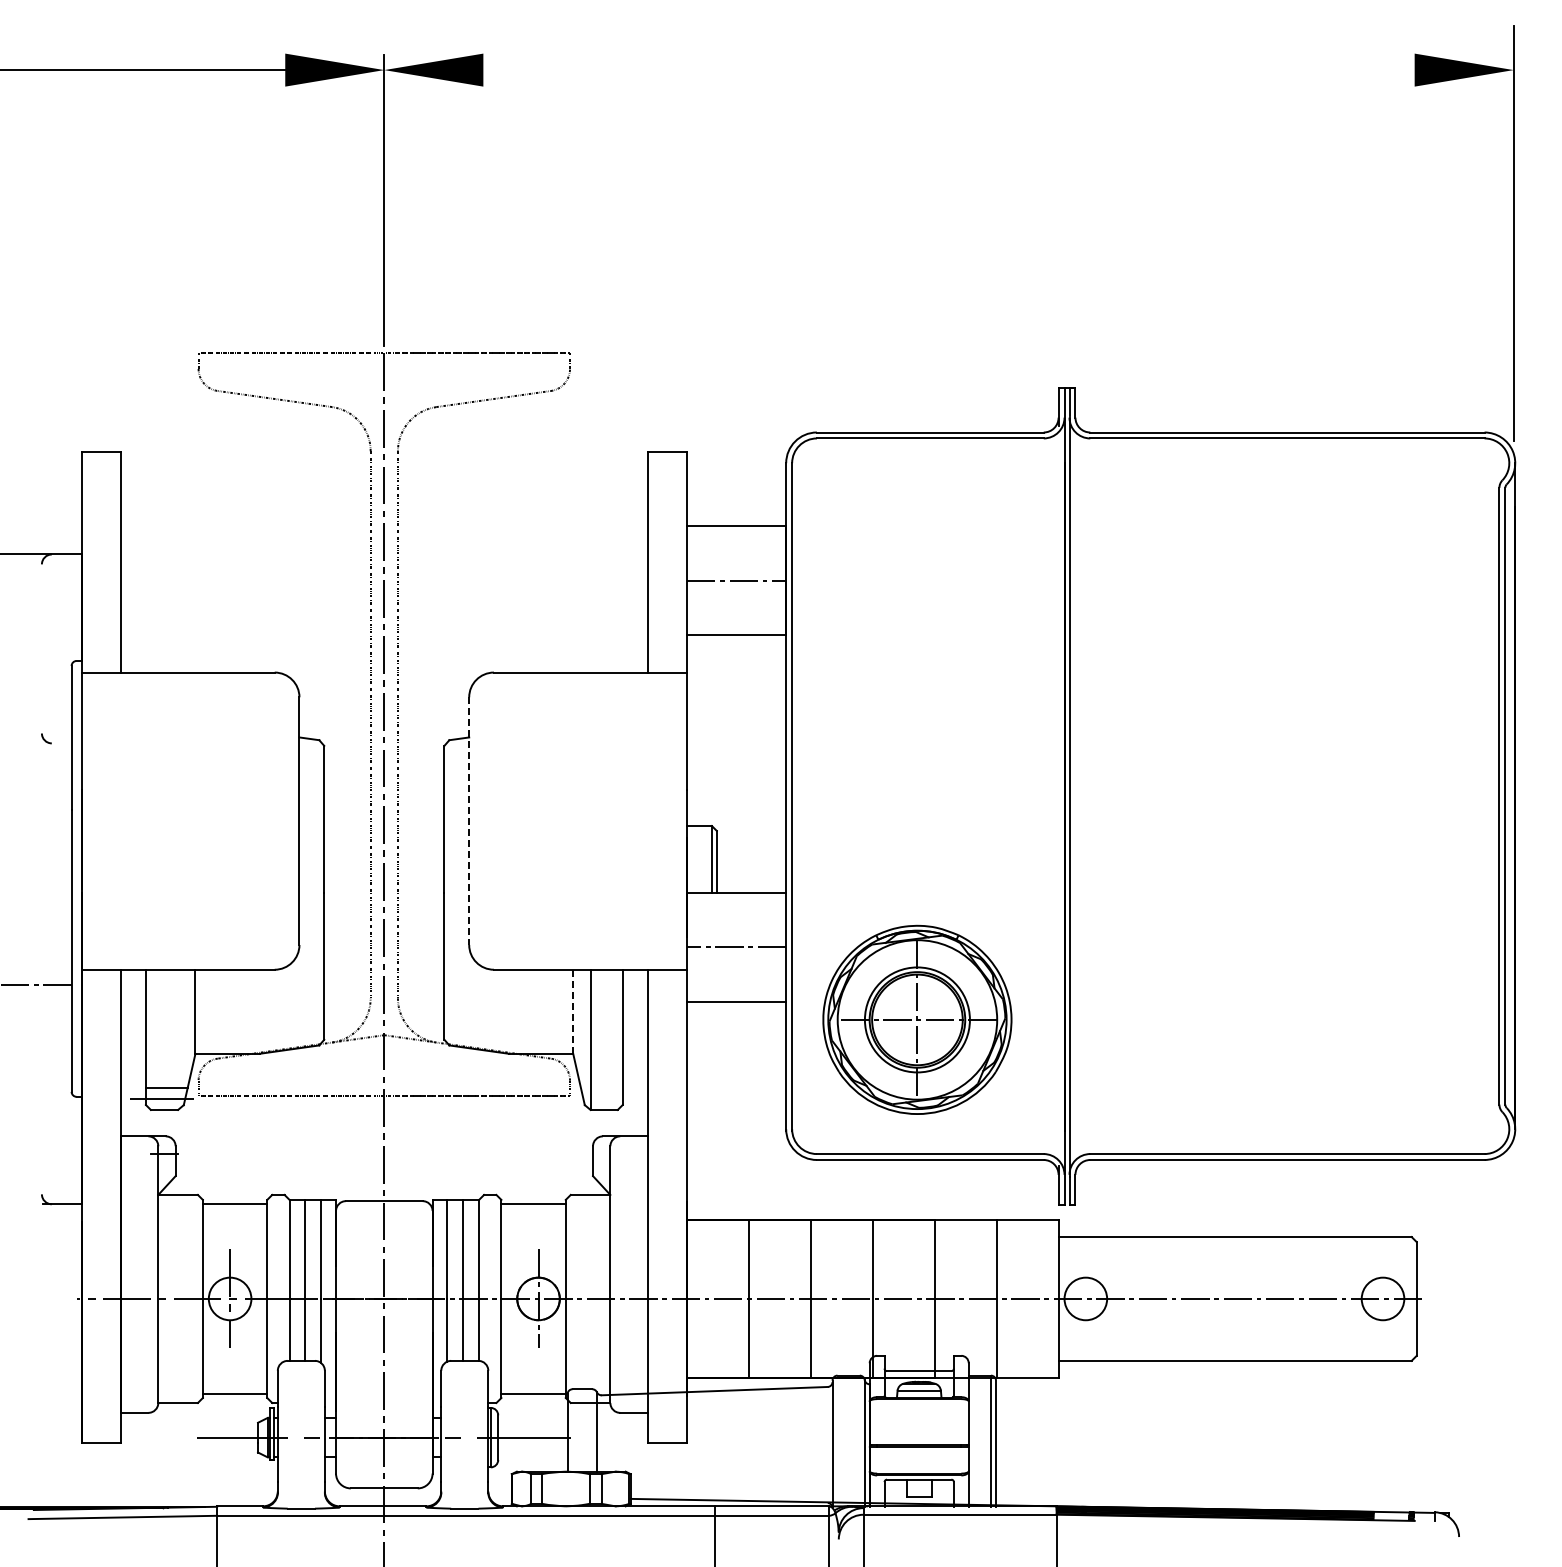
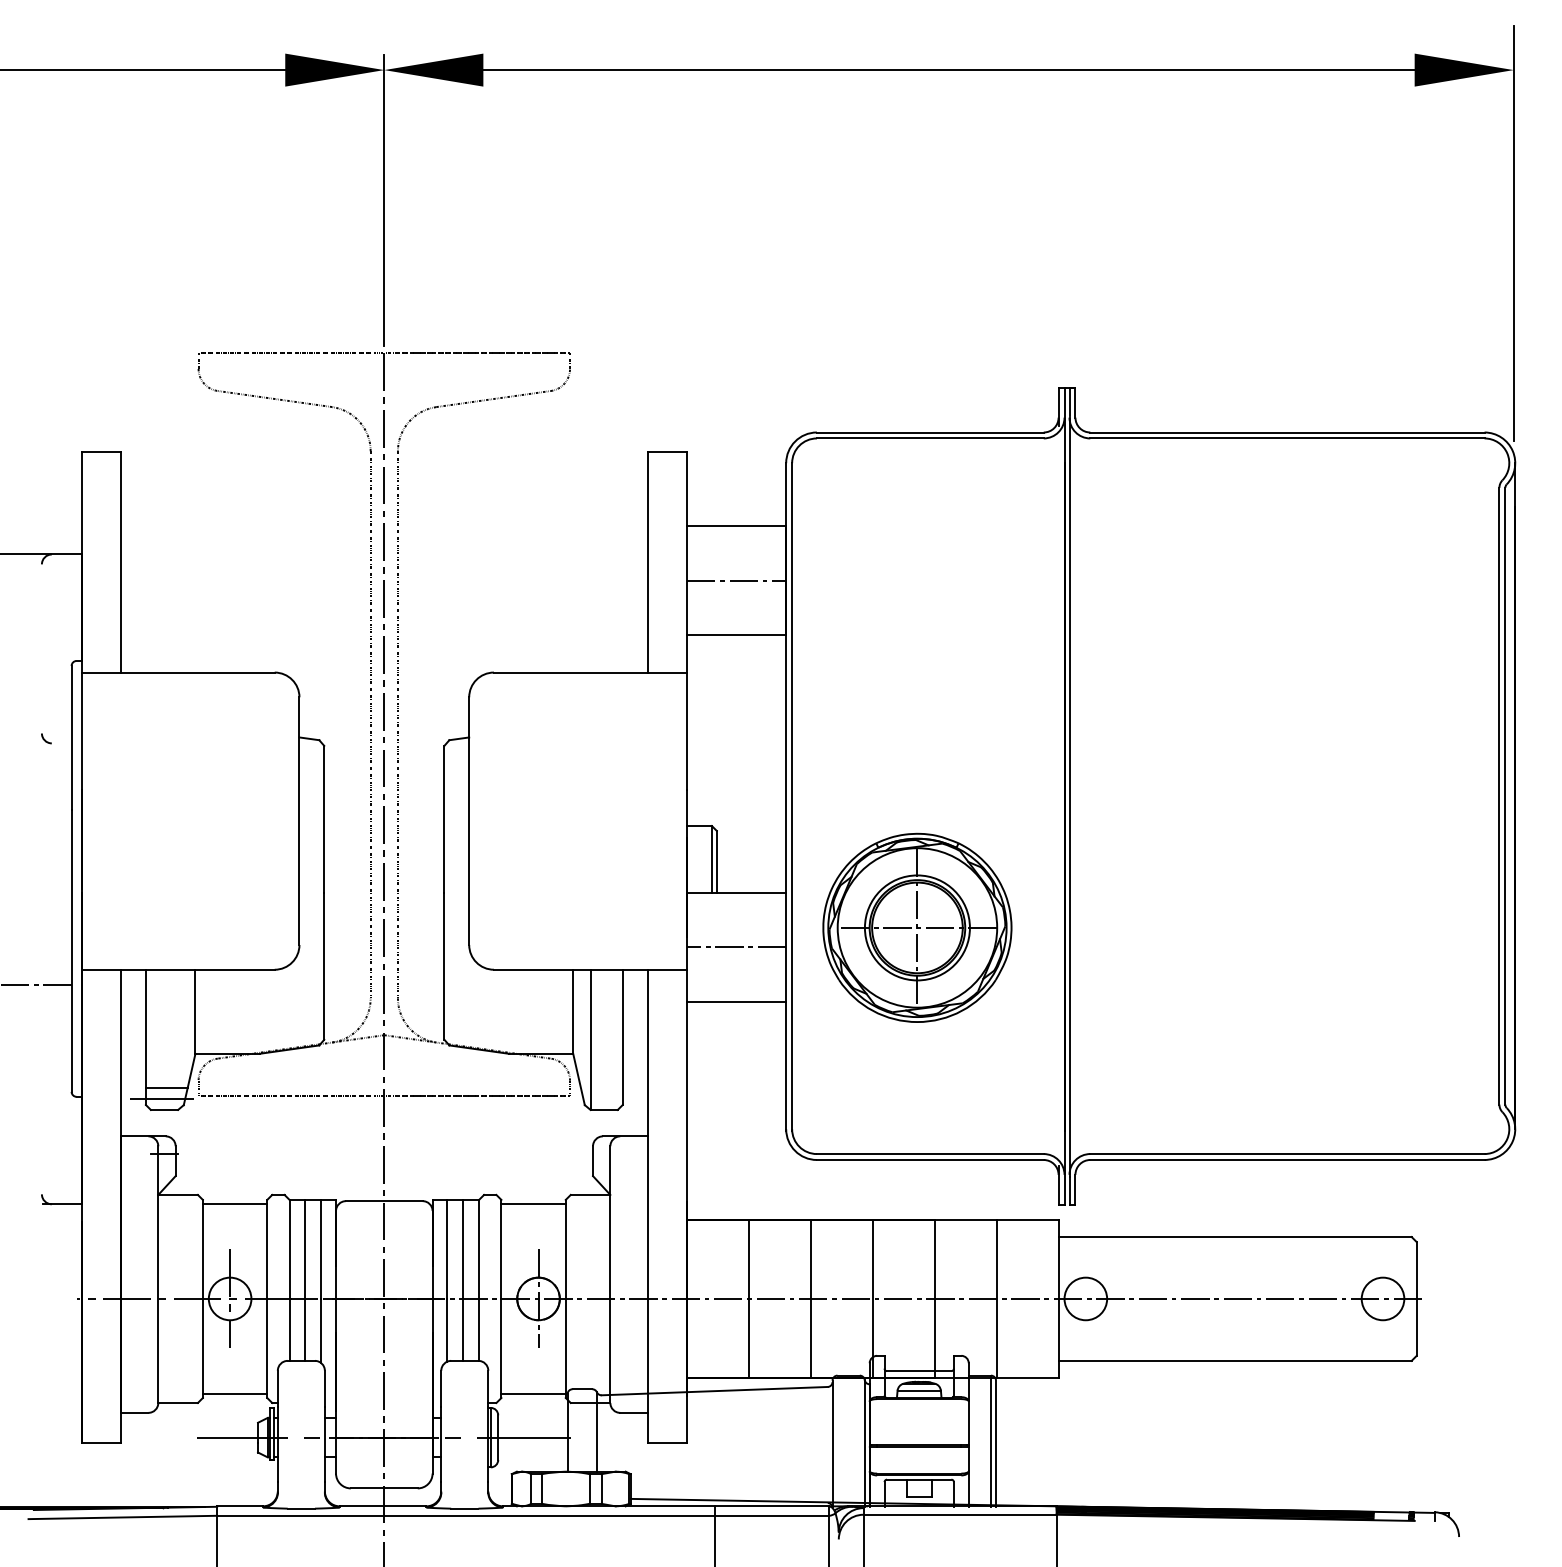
line at (966, 70): none -> present
line at (469, 821): dashed -> solid
line at (573, 1012): dashed -> solid
part at (917, 1019) position: (917, 1019) -> (917, 927)
